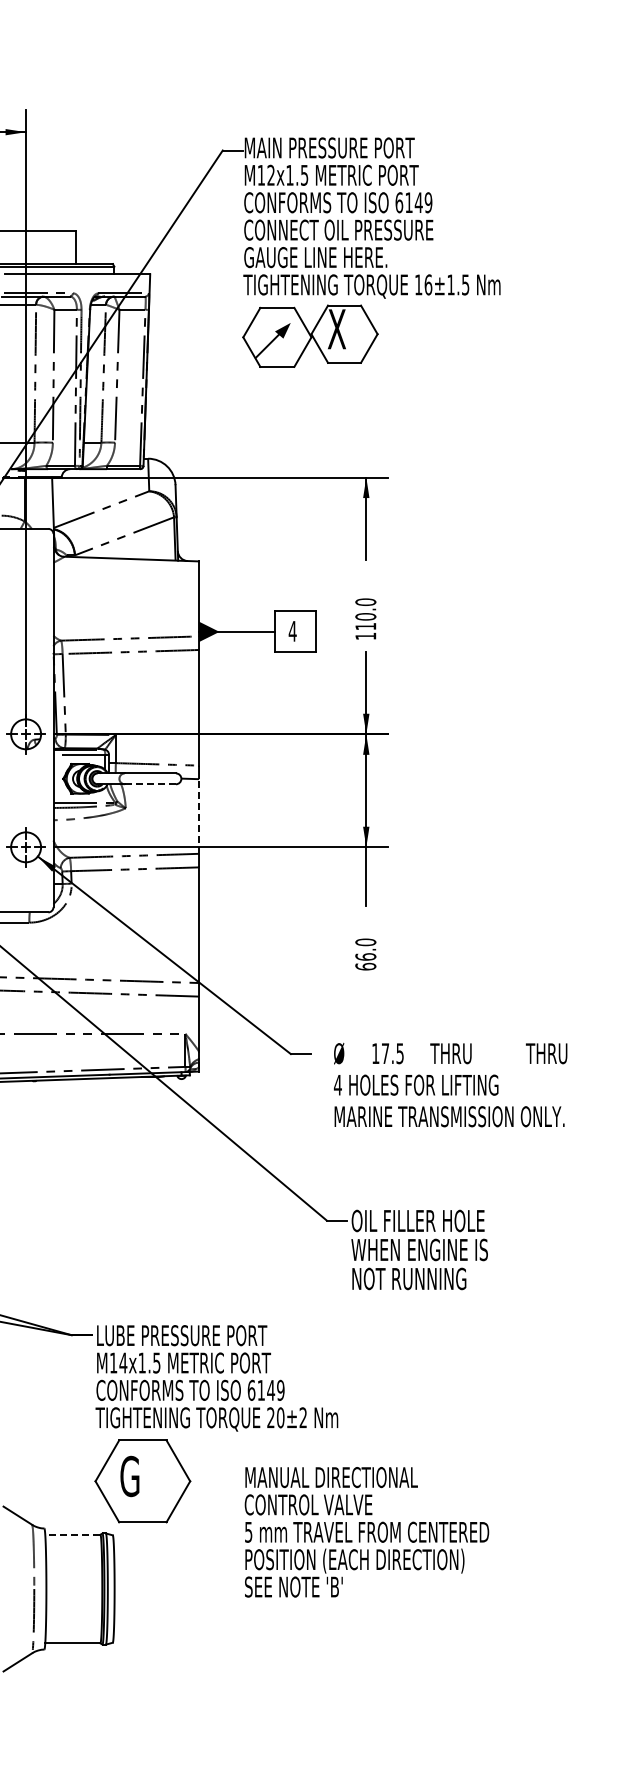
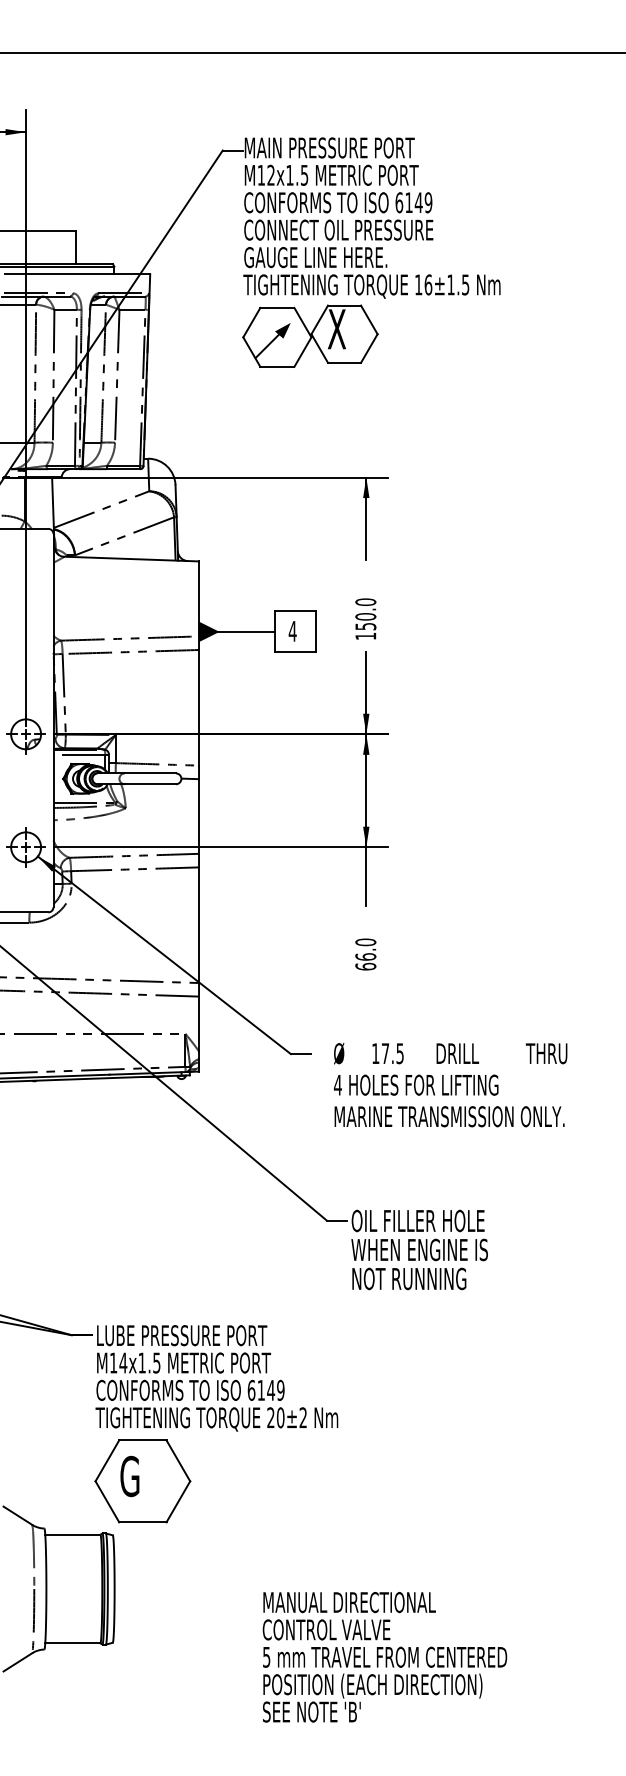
line at (312, 53): none -> present
text at (365, 626): 110.0 -> 150.0
line at (150, 784): dashed -> solid
line at (199, 816): dashed -> solid
text at (454, 1053): THRU -> DRILL
text at (366, 1532) position: (366, 1532) -> (384, 1657)
line at (72, 1534): dashed -> solid
